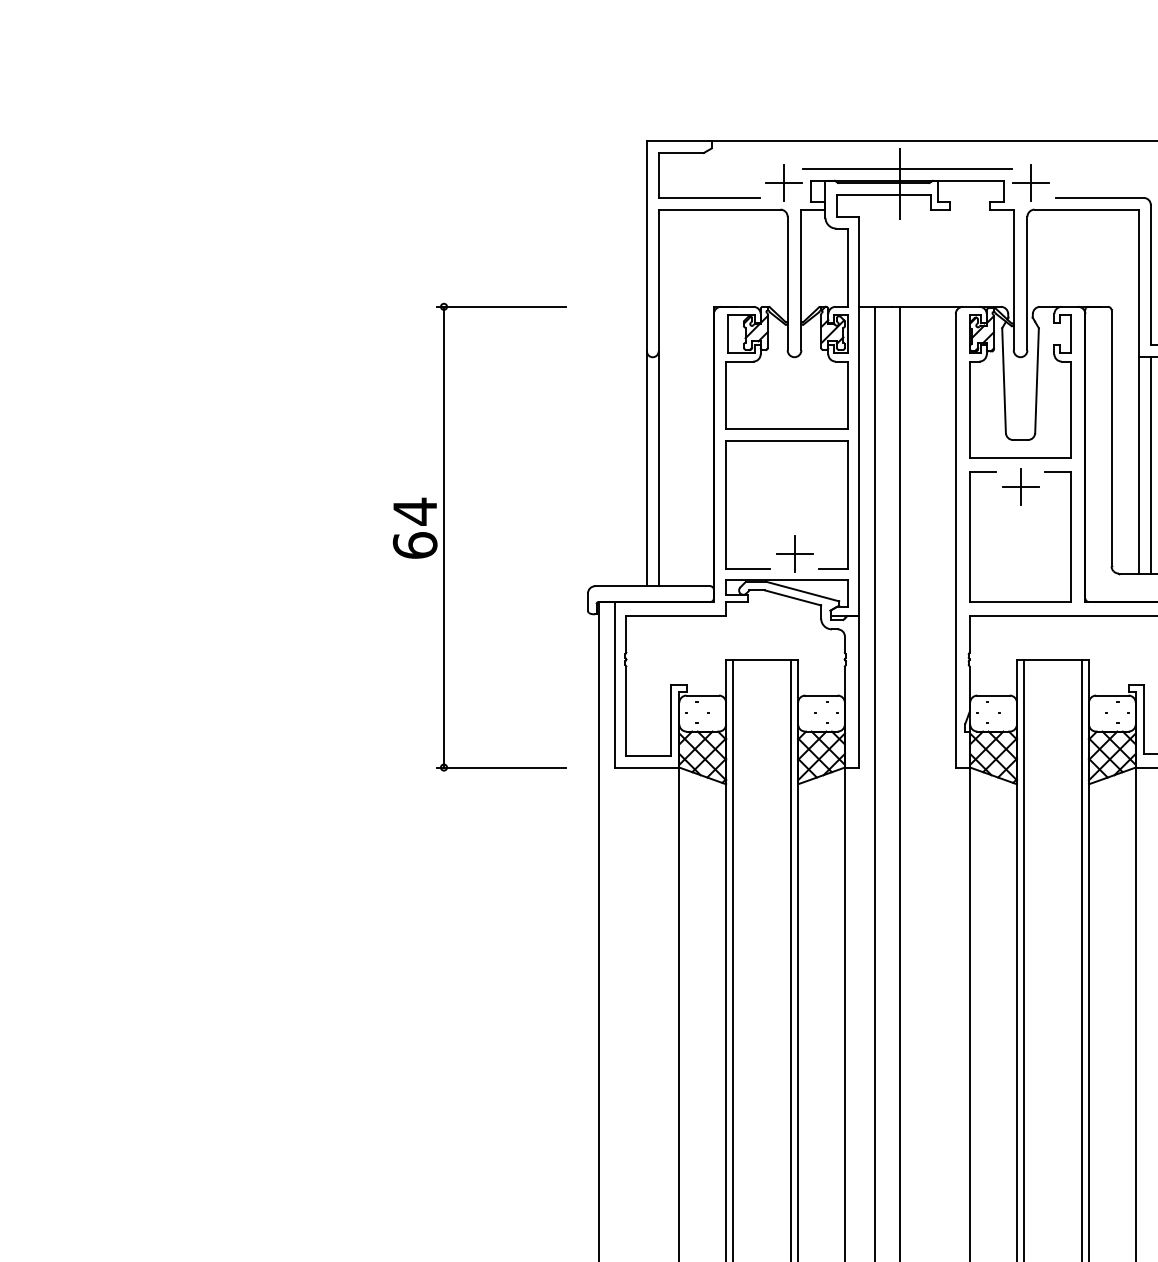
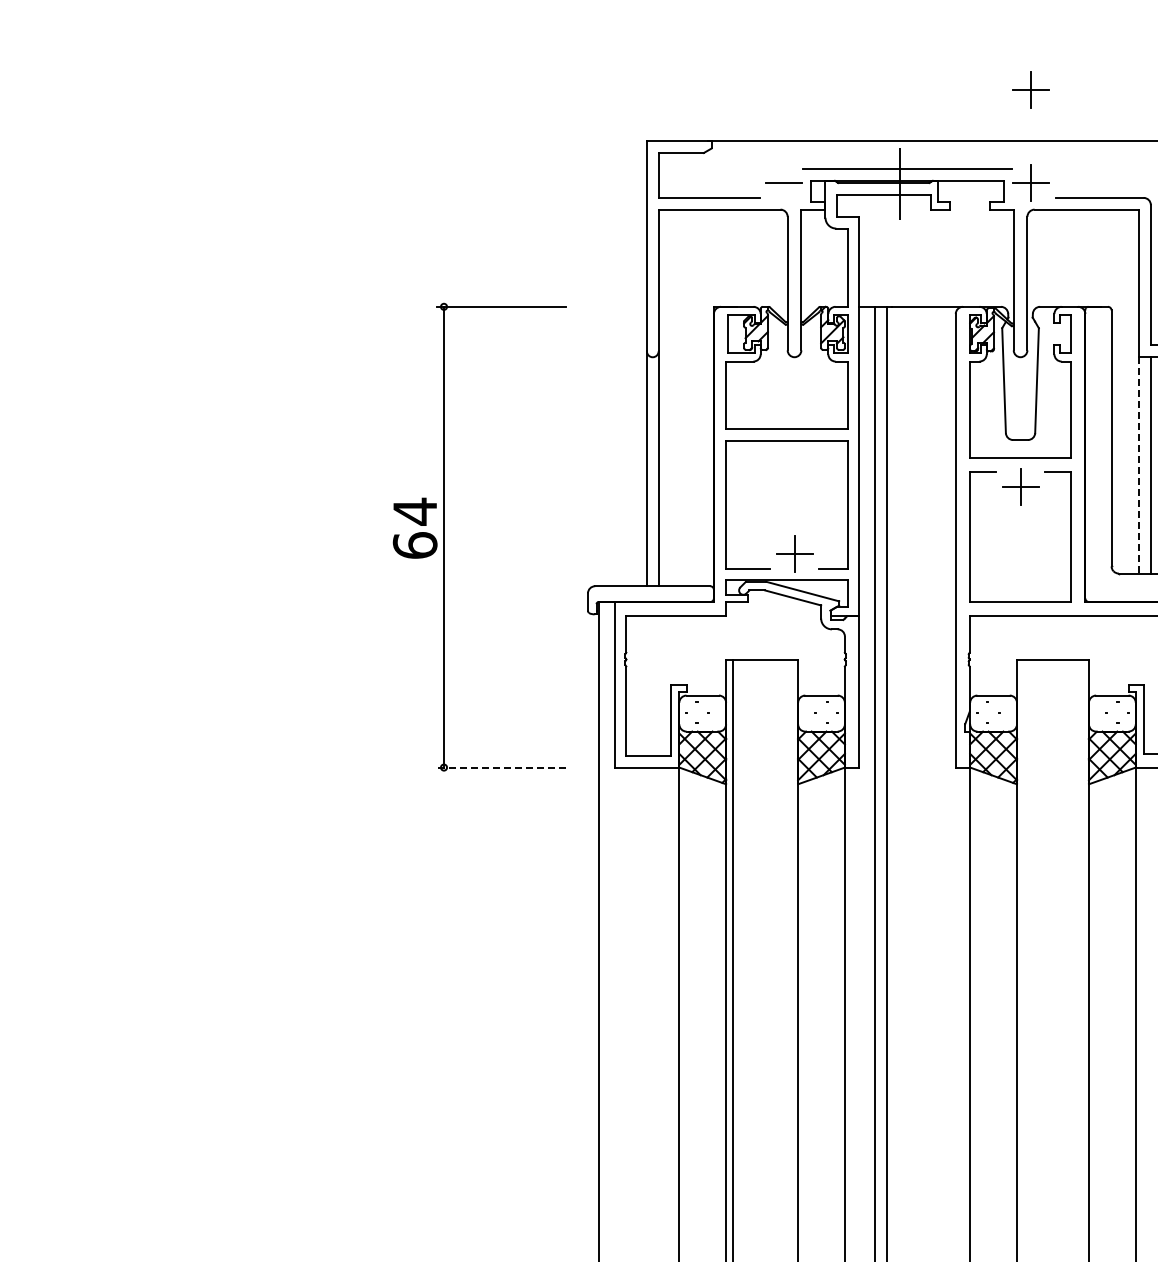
part at (1030, 89): none -> present
line at (783, 183): present -> none
line at (1139, 465): solid -> dashed
line at (501, 767): solid -> dashed
line at (900, 782) position: (900, 782) -> (887, 782)
line at (790, 958): present -> none
line at (1024, 958): present -> none
line at (1081, 958): present -> none
